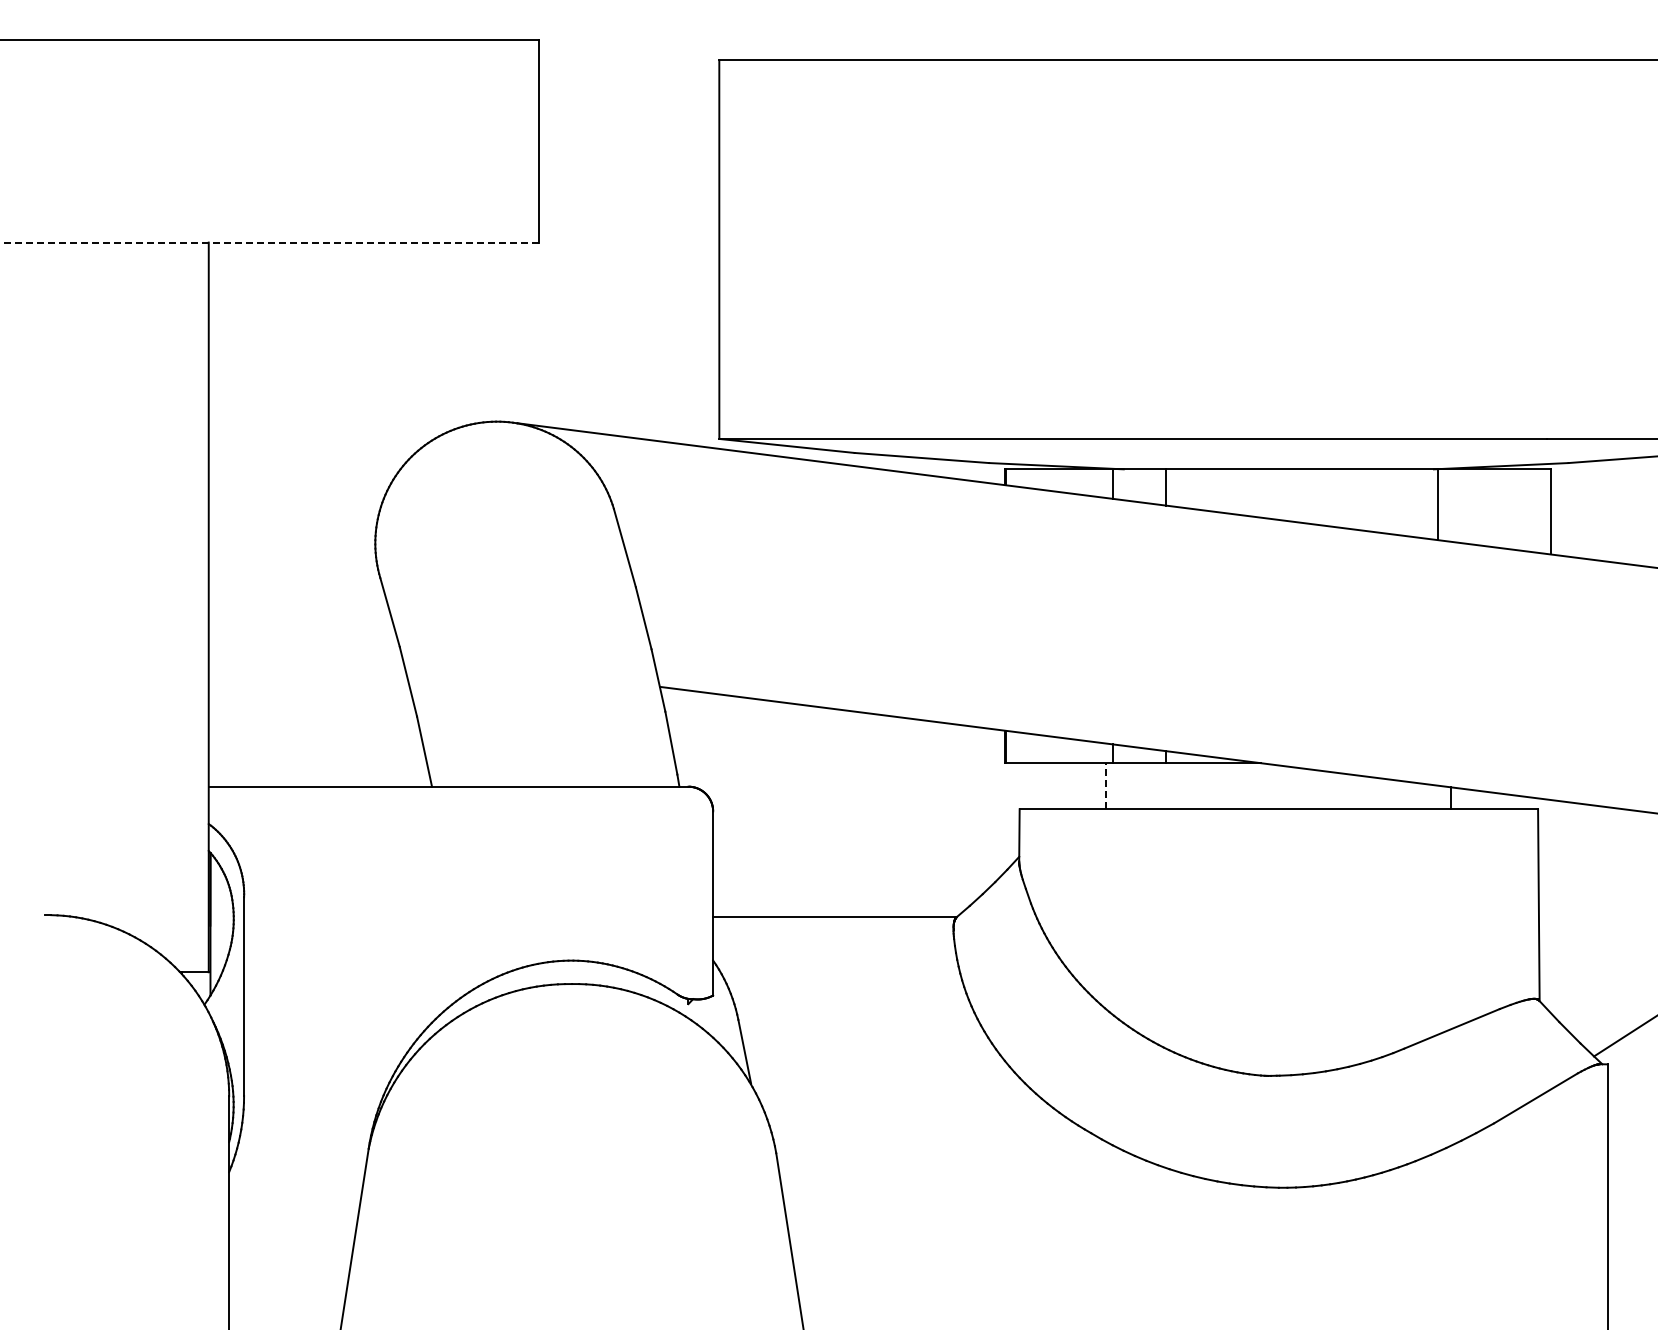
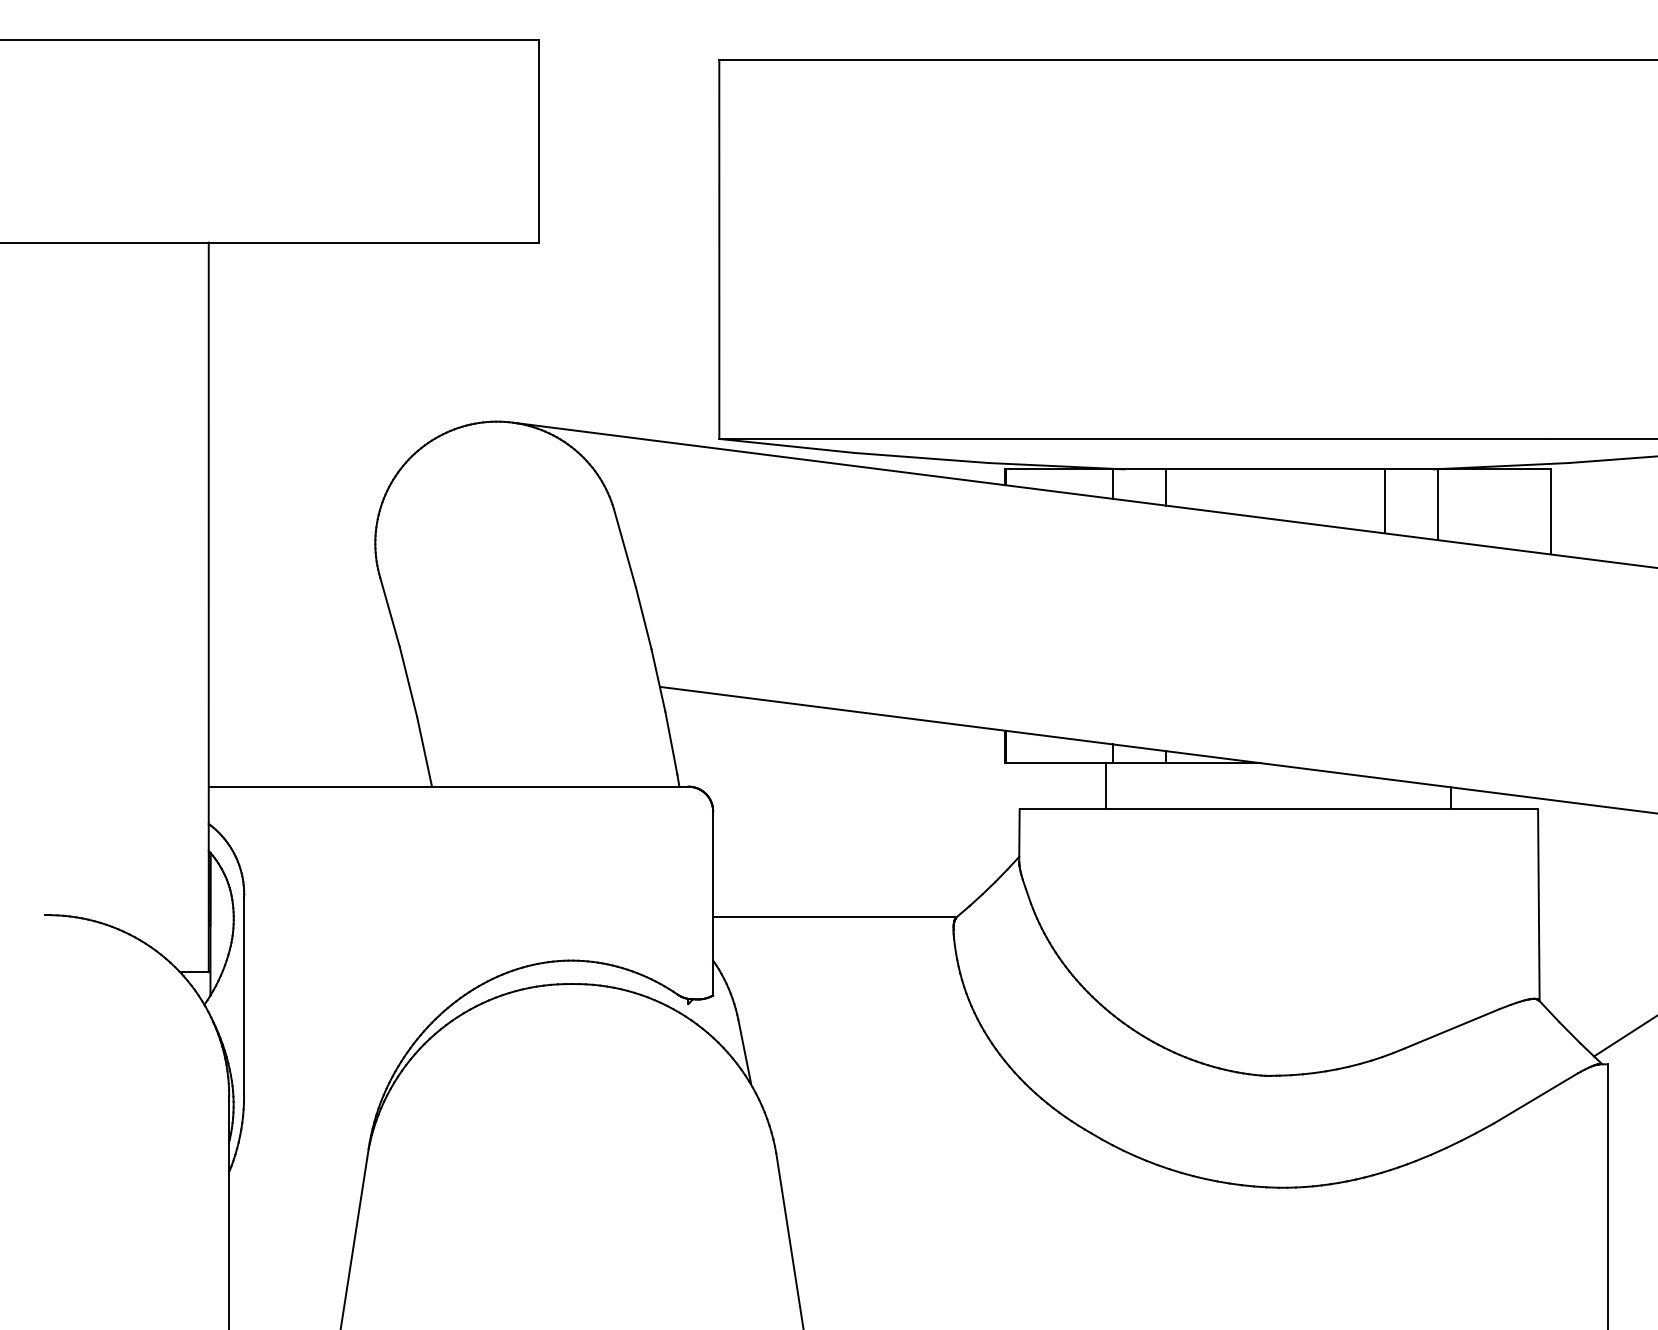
line at (269, 242): dashed -> solid
line at (1384, 501): none -> present
line at (1106, 785): dashed -> solid
